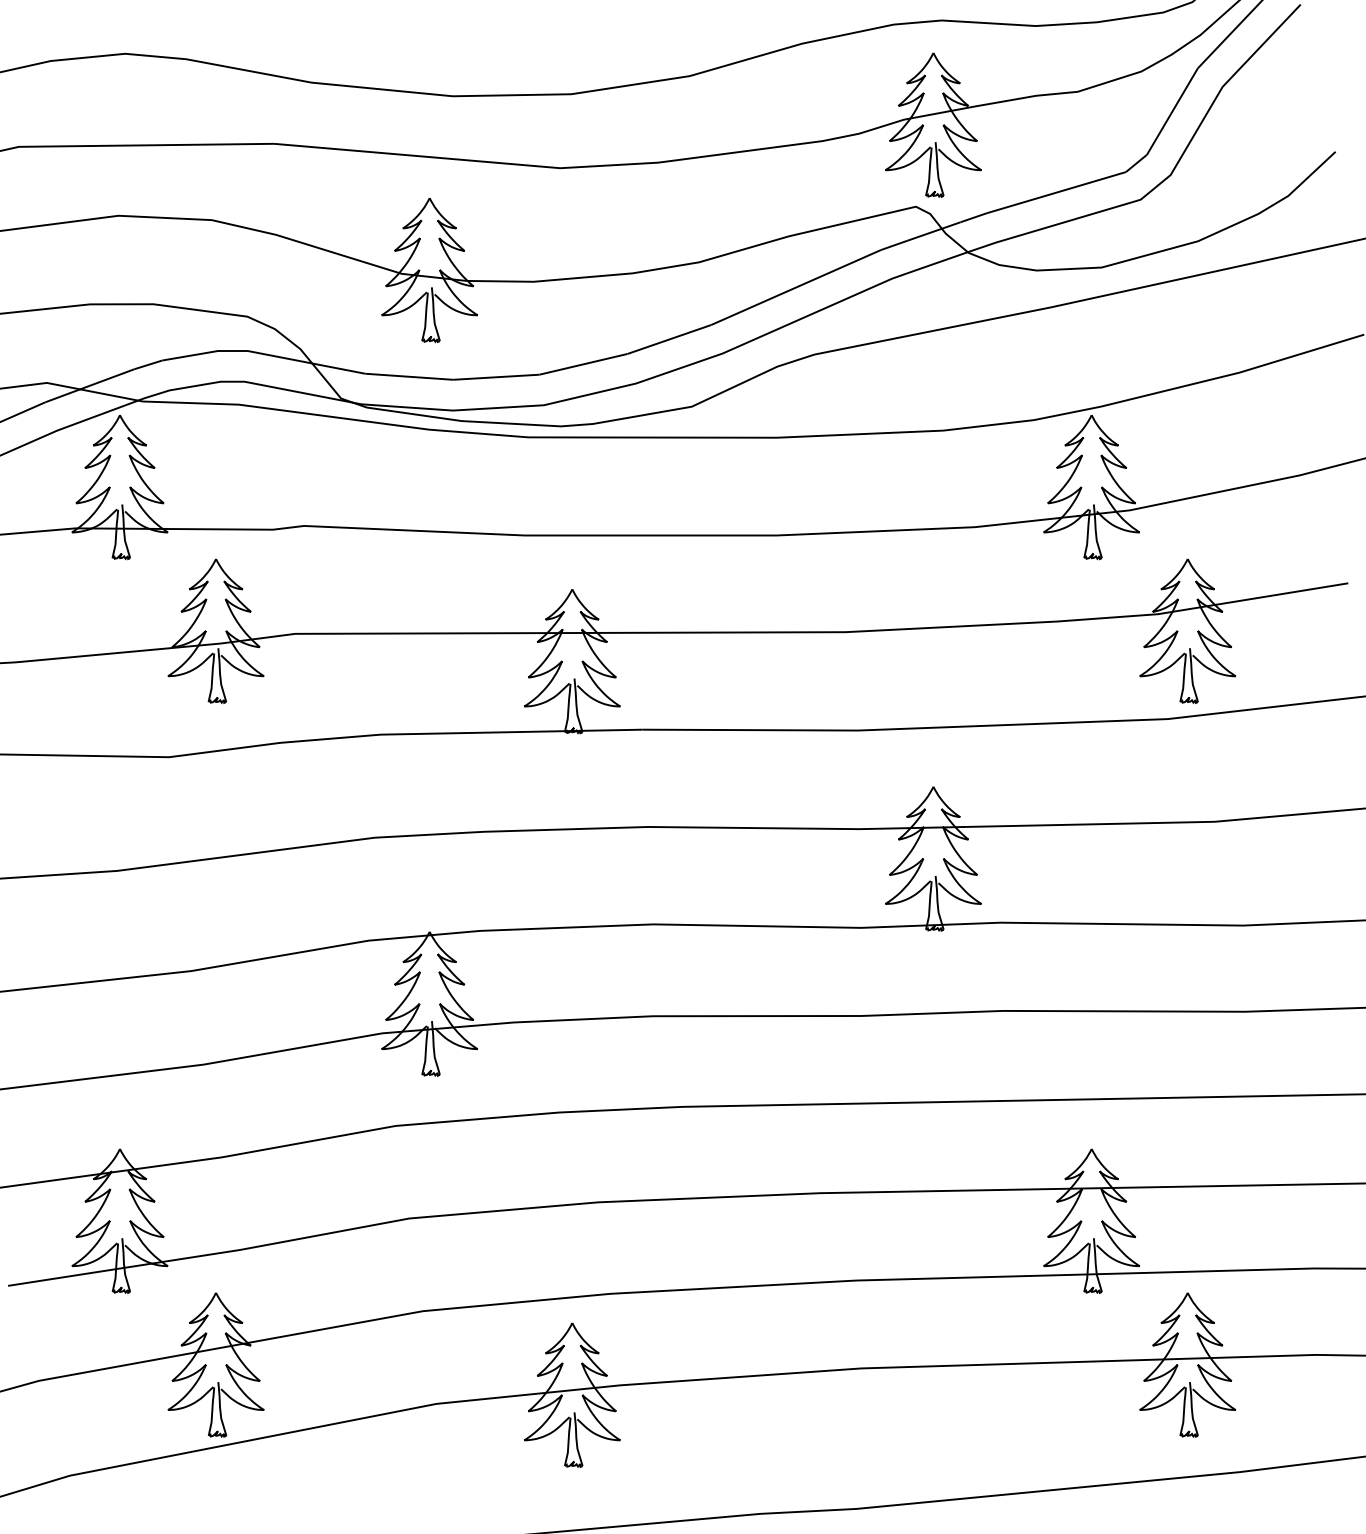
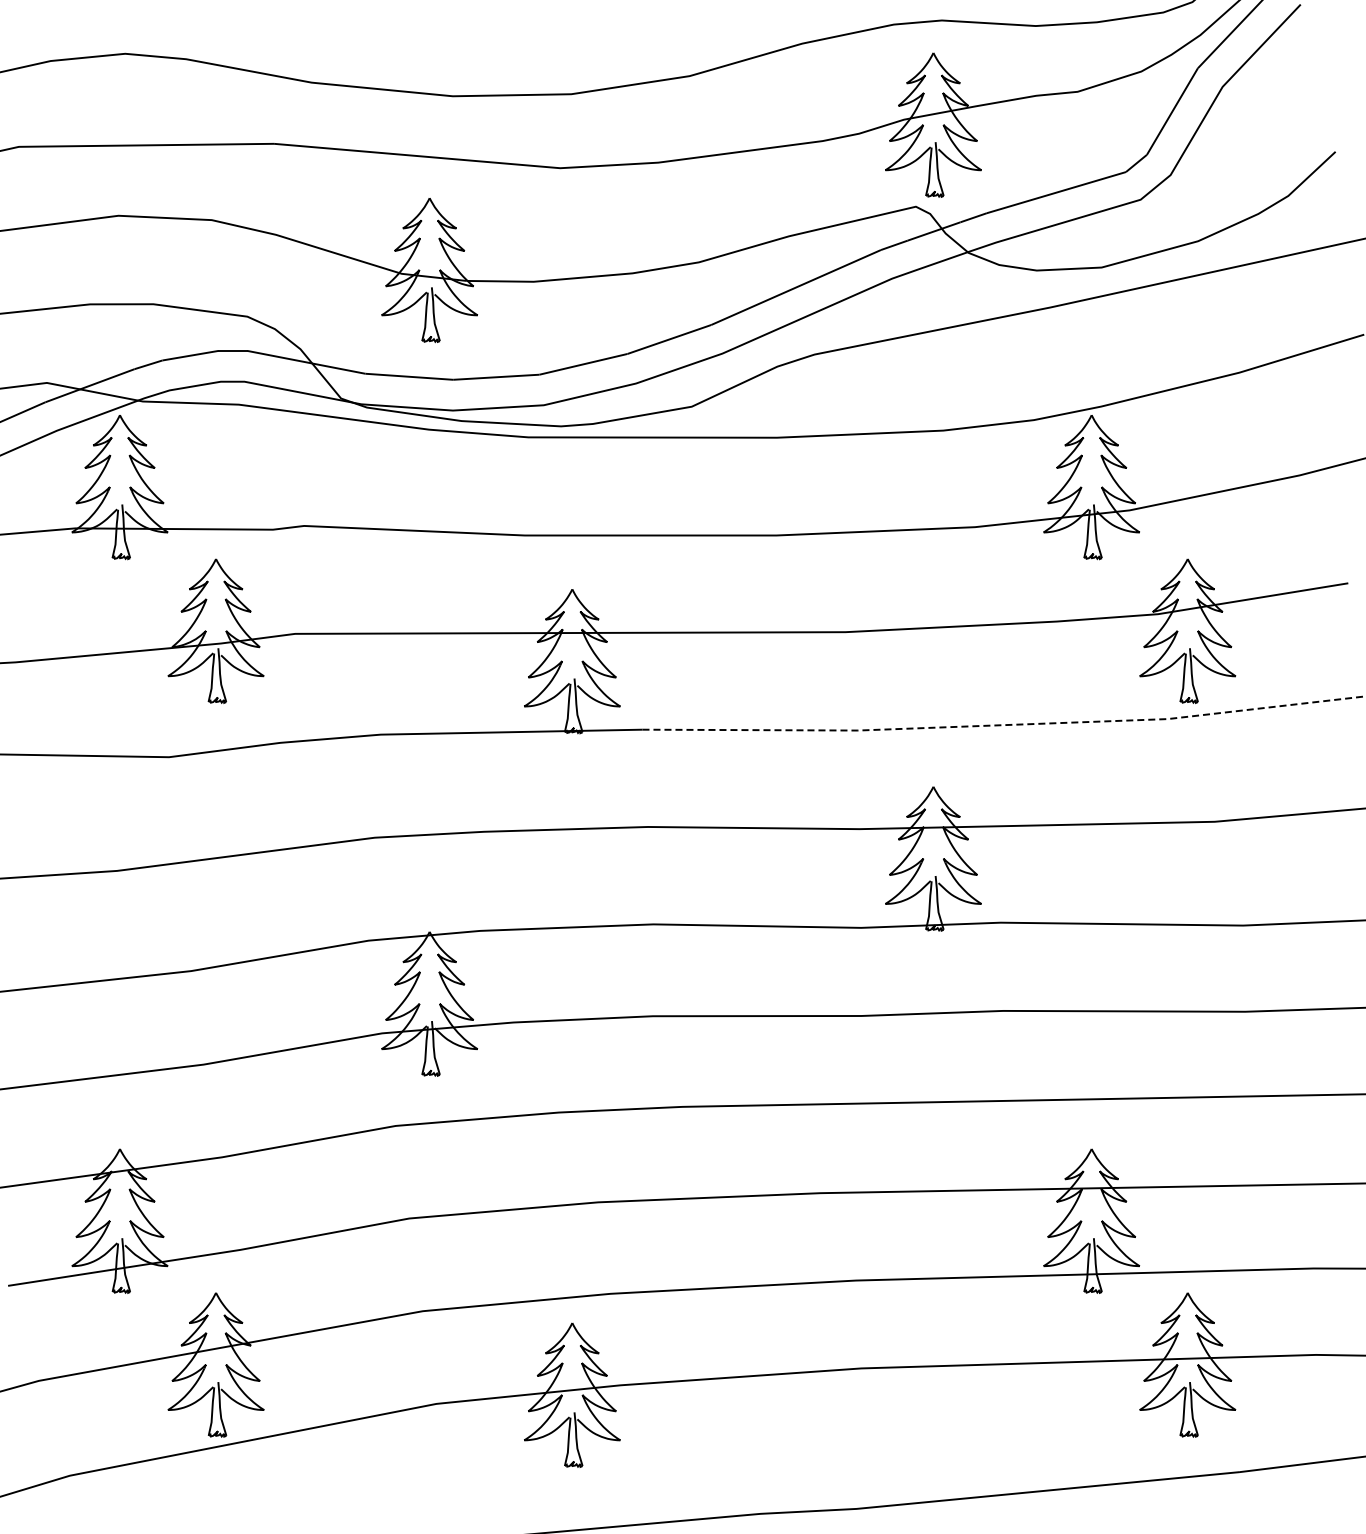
line at (1005, 725): solid -> dashed
